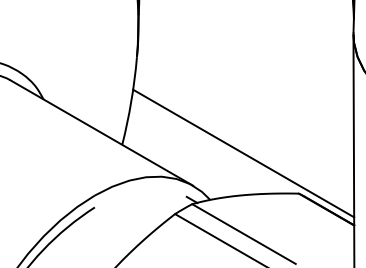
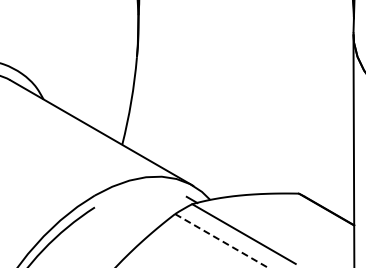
line at (243, 153): present -> none
line at (221, 240): solid -> dashed
